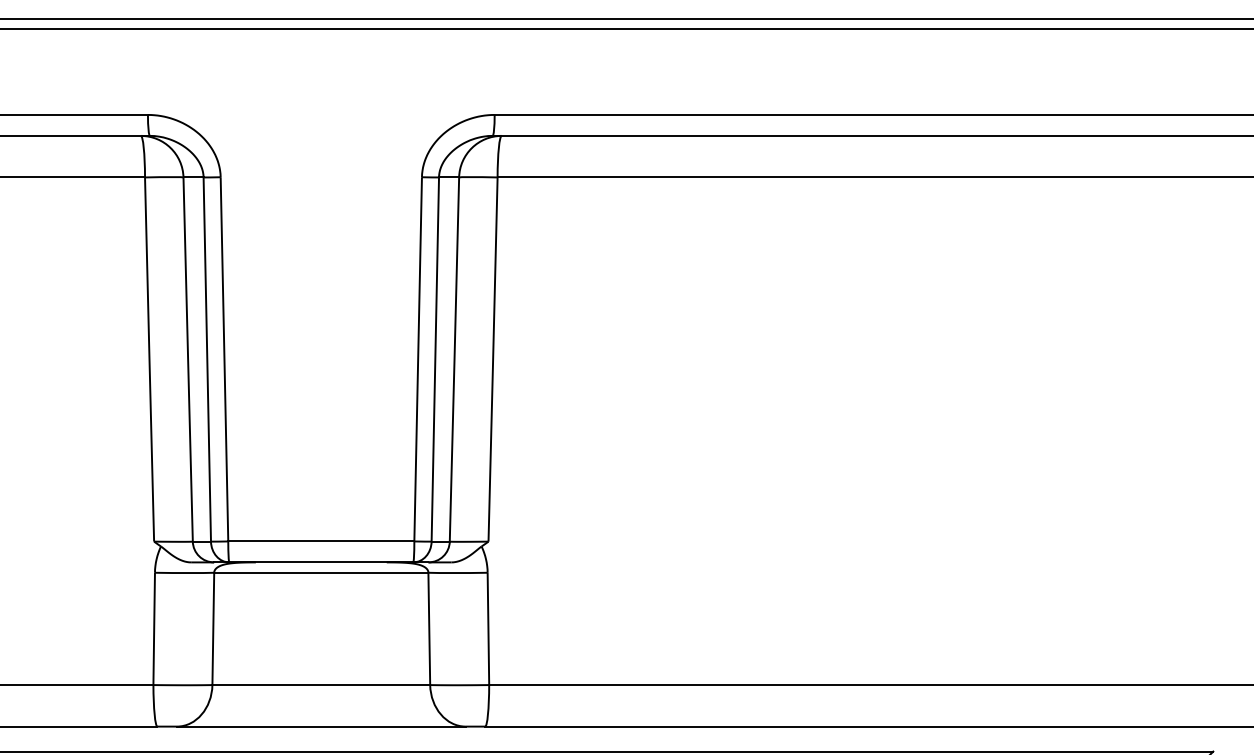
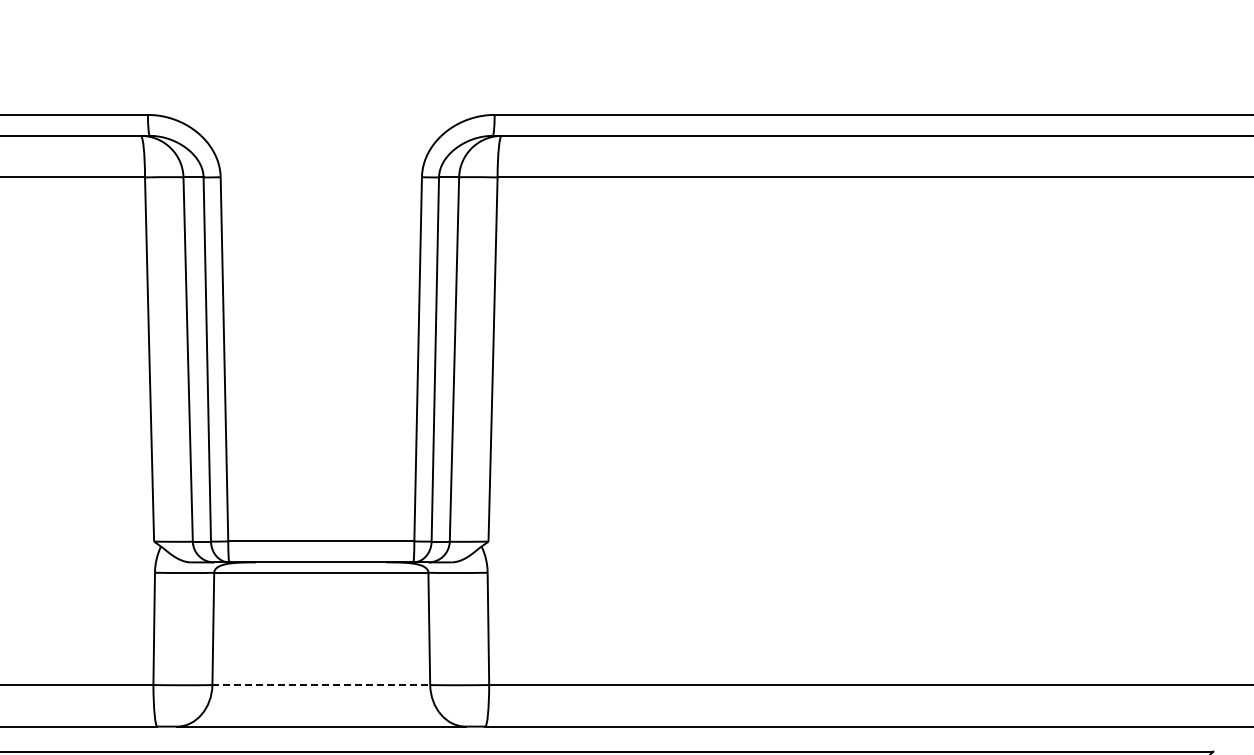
line at (626, 18): present -> none
line at (626, 29): present -> none
line at (321, 685): solid -> dashed
